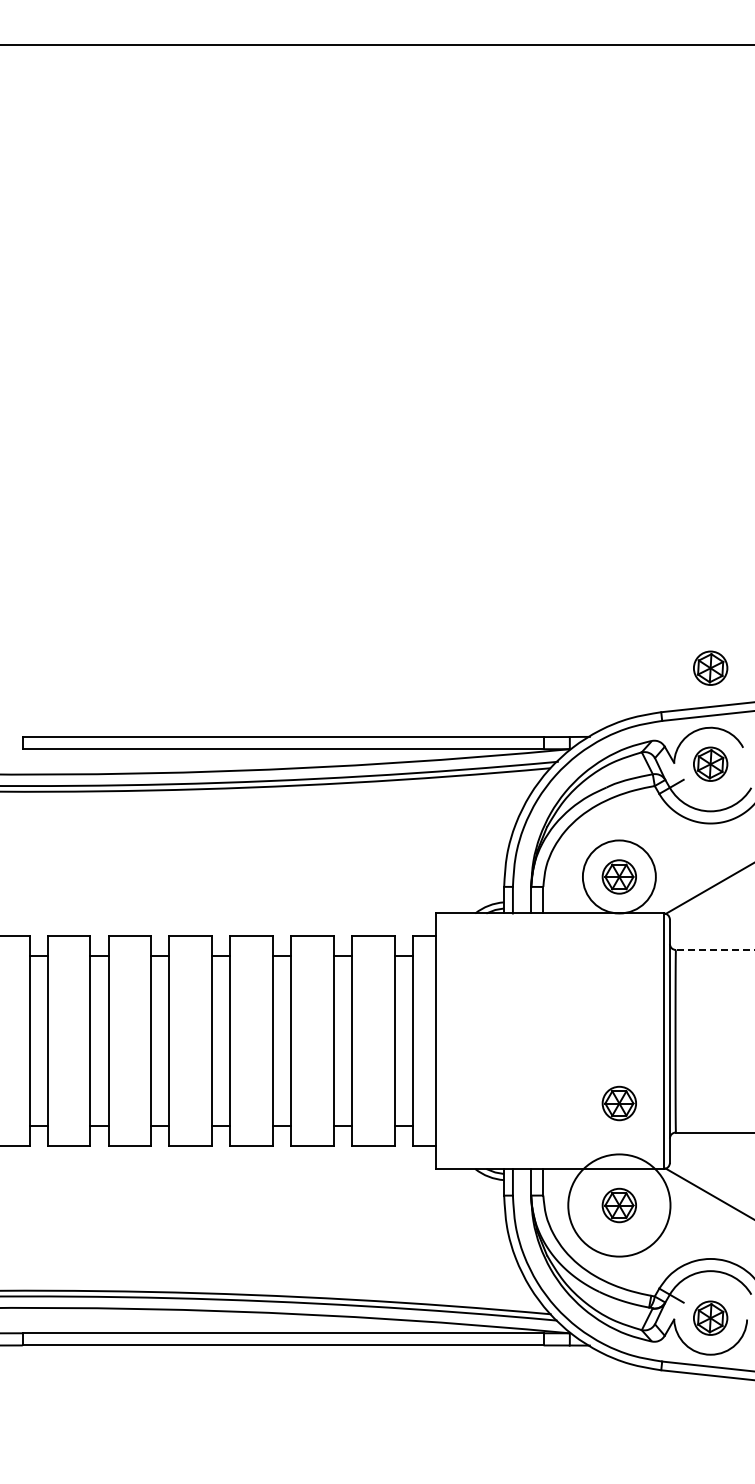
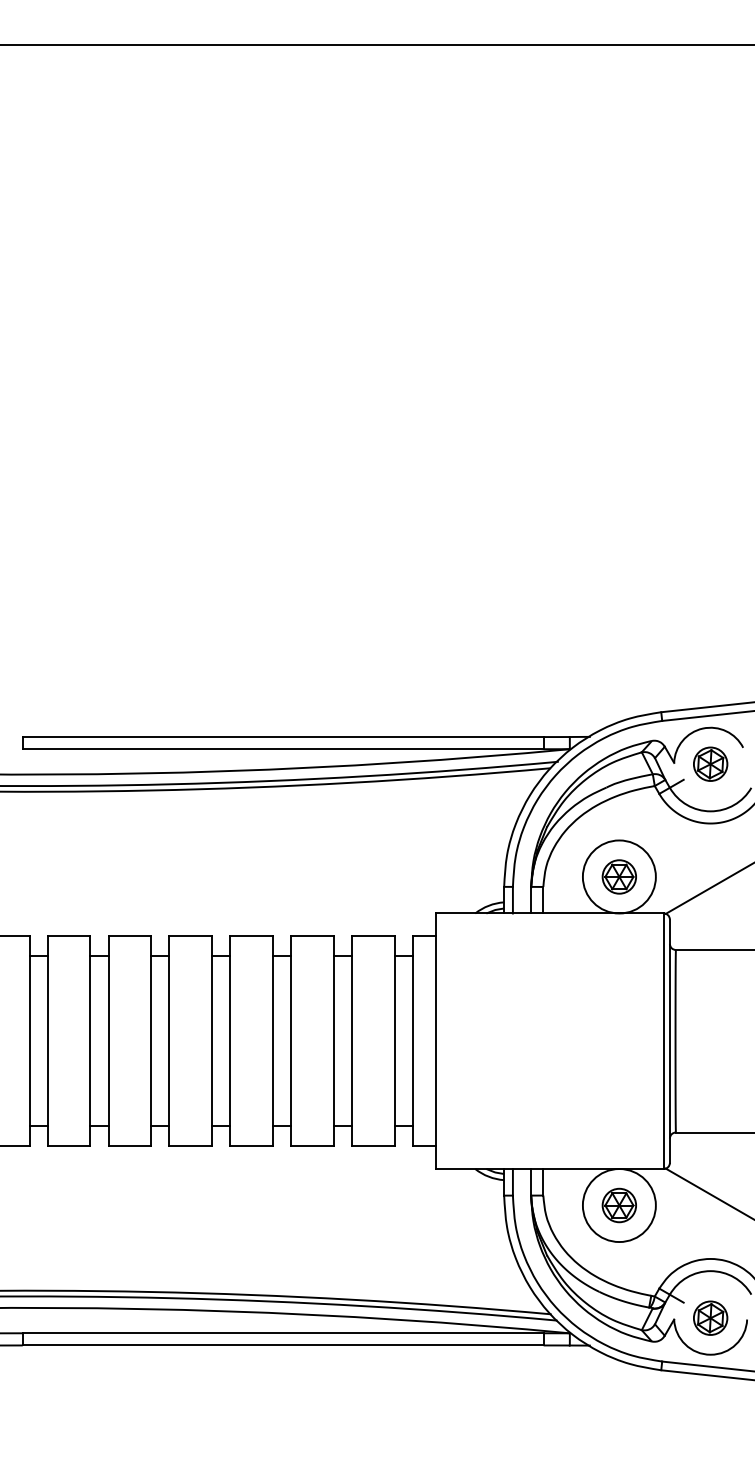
part at (710, 667): present -> none
line at (714, 949): dashed -> solid
part at (618, 1103): present -> none
circle at (619, 1205) diameter: 102 px -> 73 px
